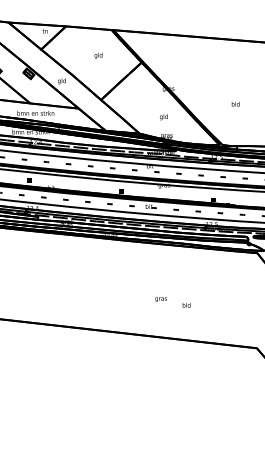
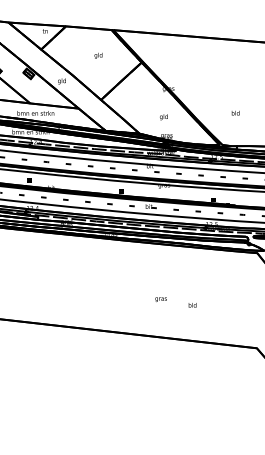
text at (235, 103) position: (235, 103) -> (235, 112)
text at (186, 305) position: (186, 305) -> (192, 305)
